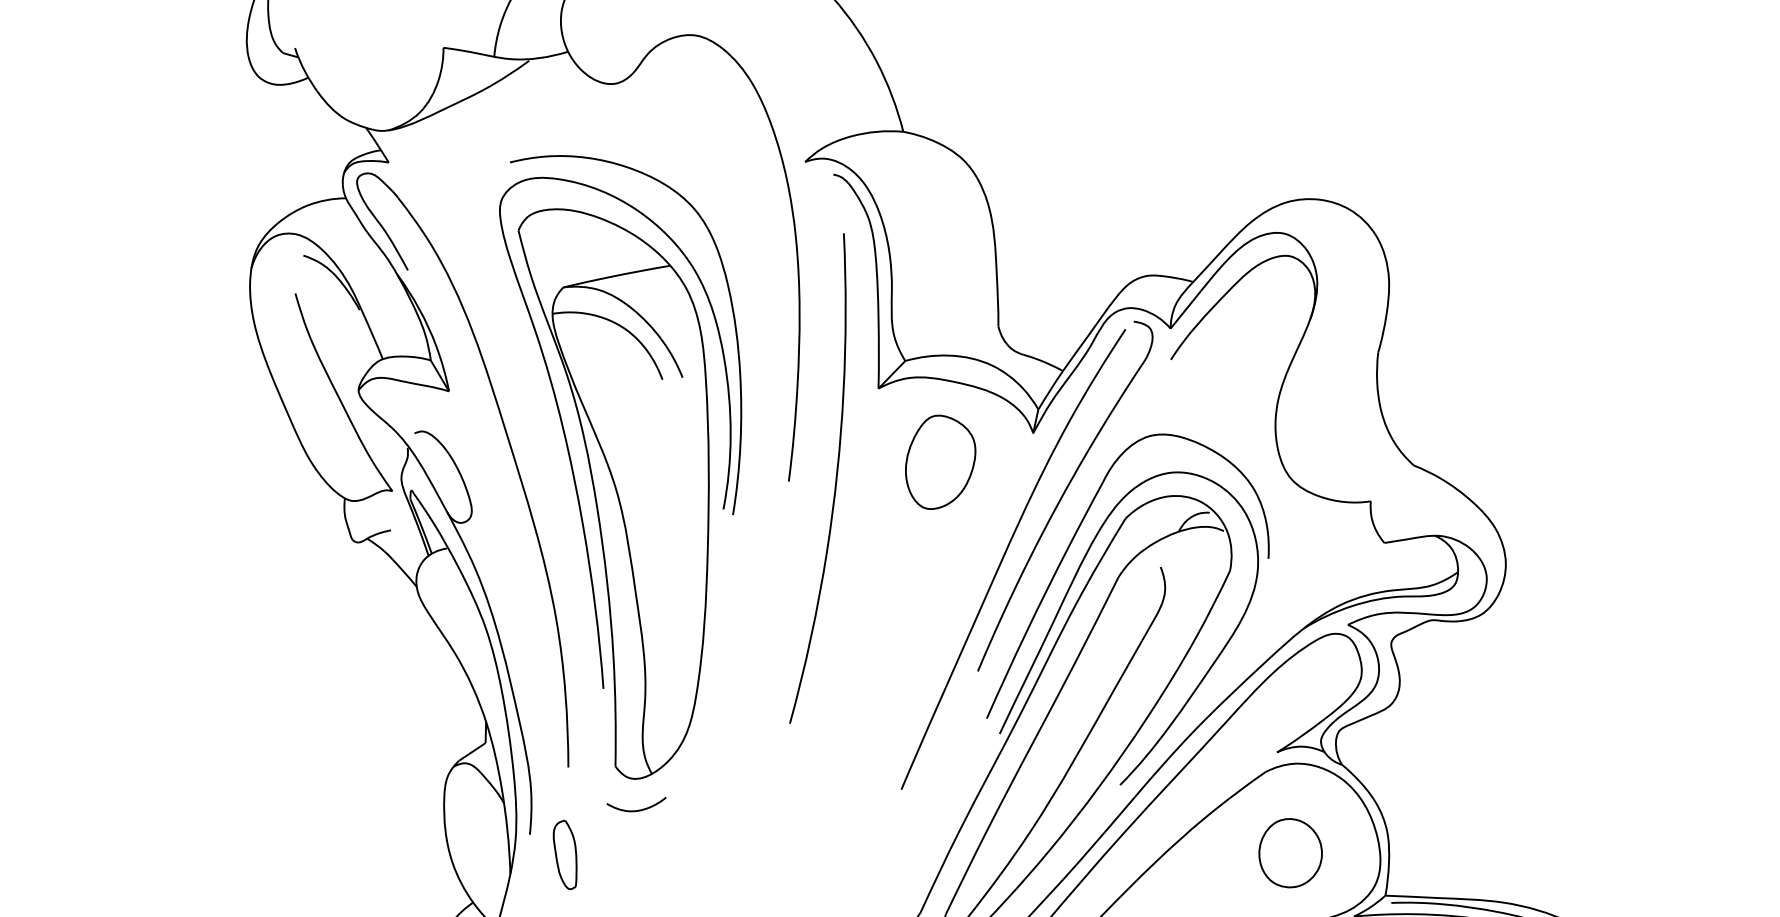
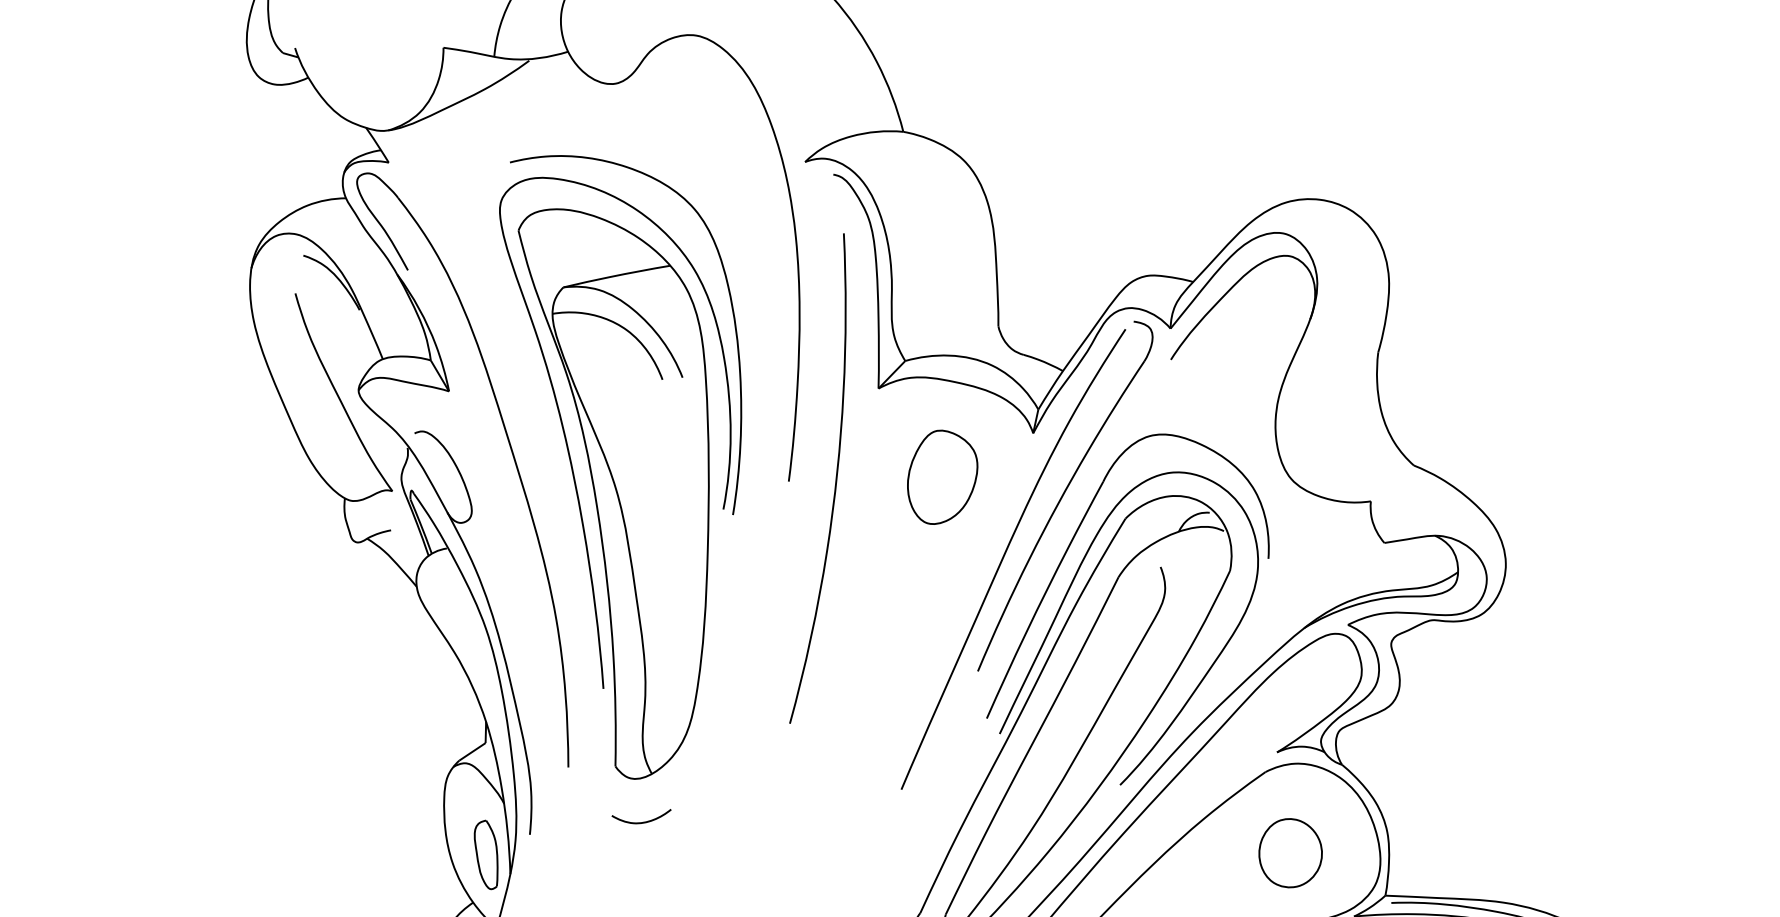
part at (940, 461) position: (940, 461) -> (942, 476)
curve at (638, 809) position: (638, 809) -> (643, 821)
part at (564, 854) position: (564, 854) -> (485, 854)
